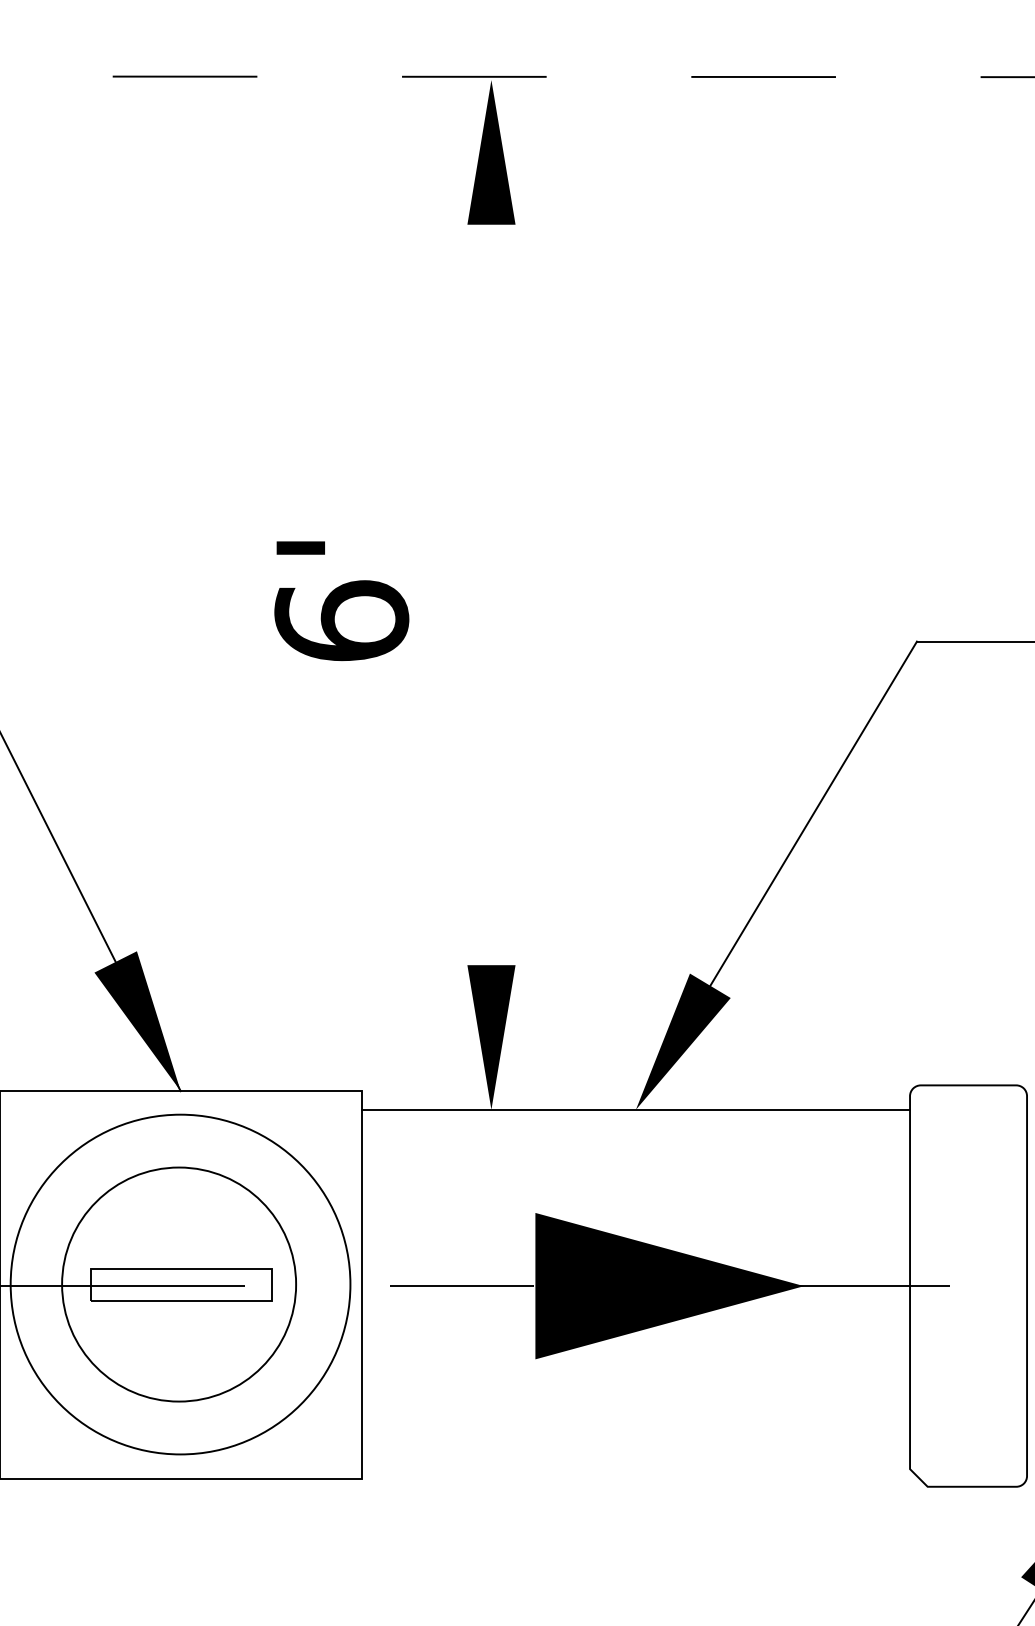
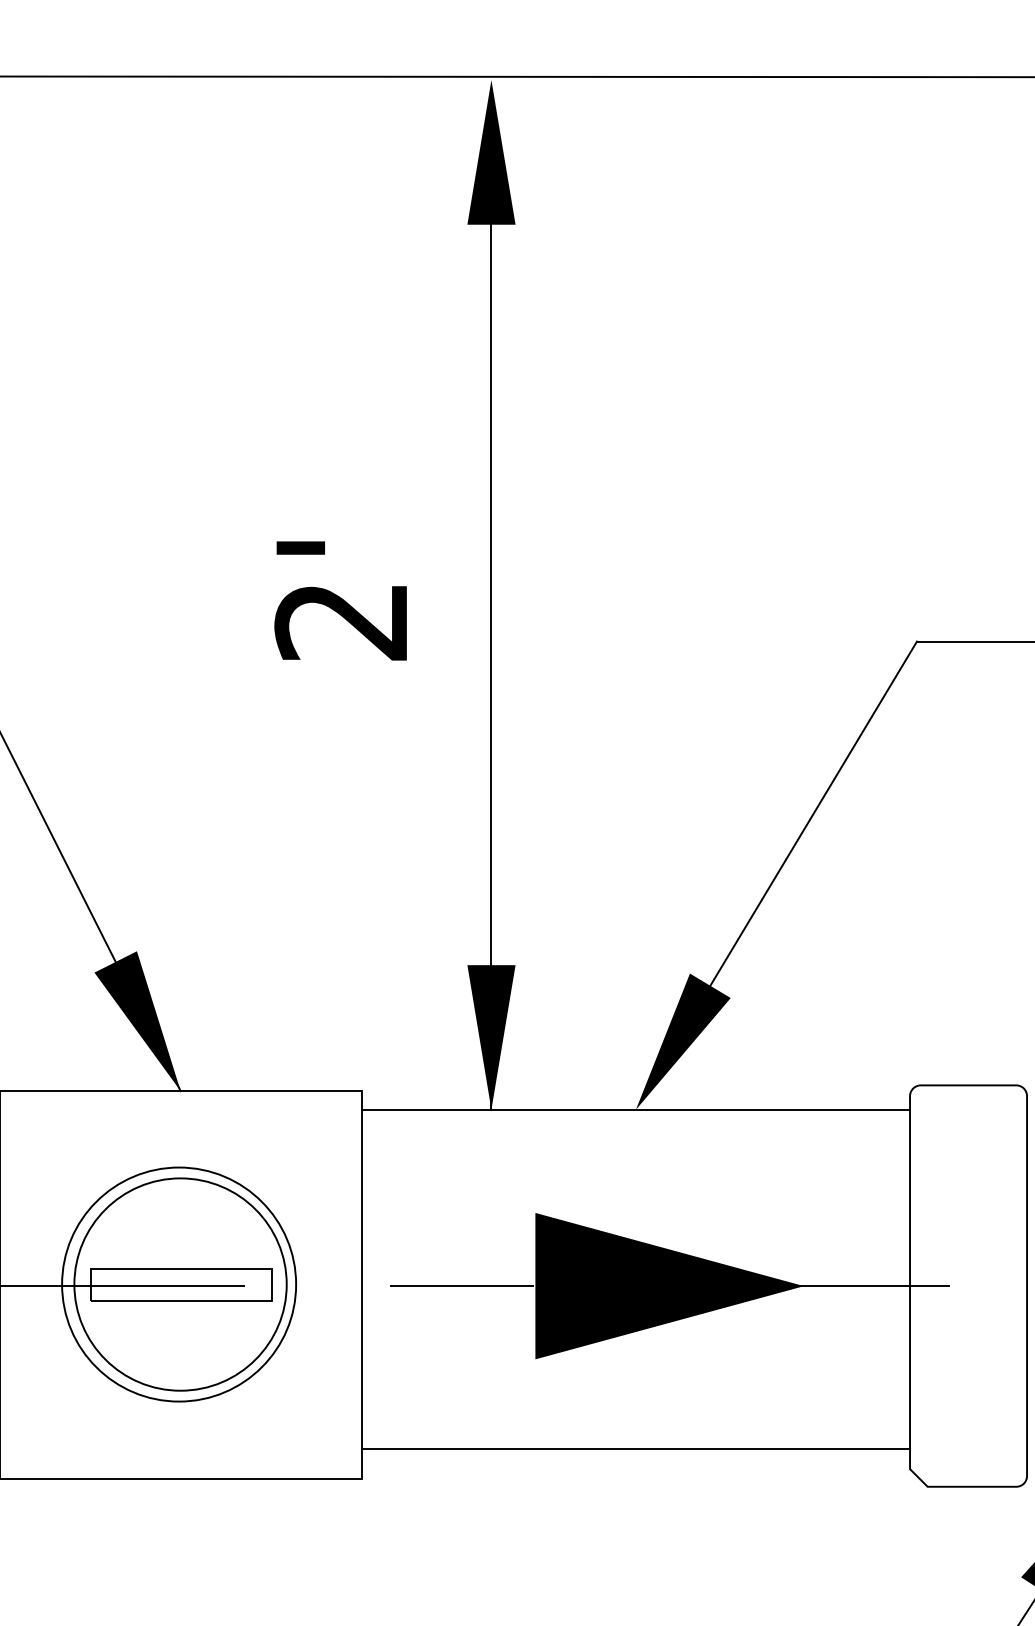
line at (517, 76): dashed -> solid
text at (341, 620): 6' -> 2'
line at (491, 666): none -> present
circle at (180, 1284) diameter: 340 px -> 212 px
line at (635, 1449): none -> present
